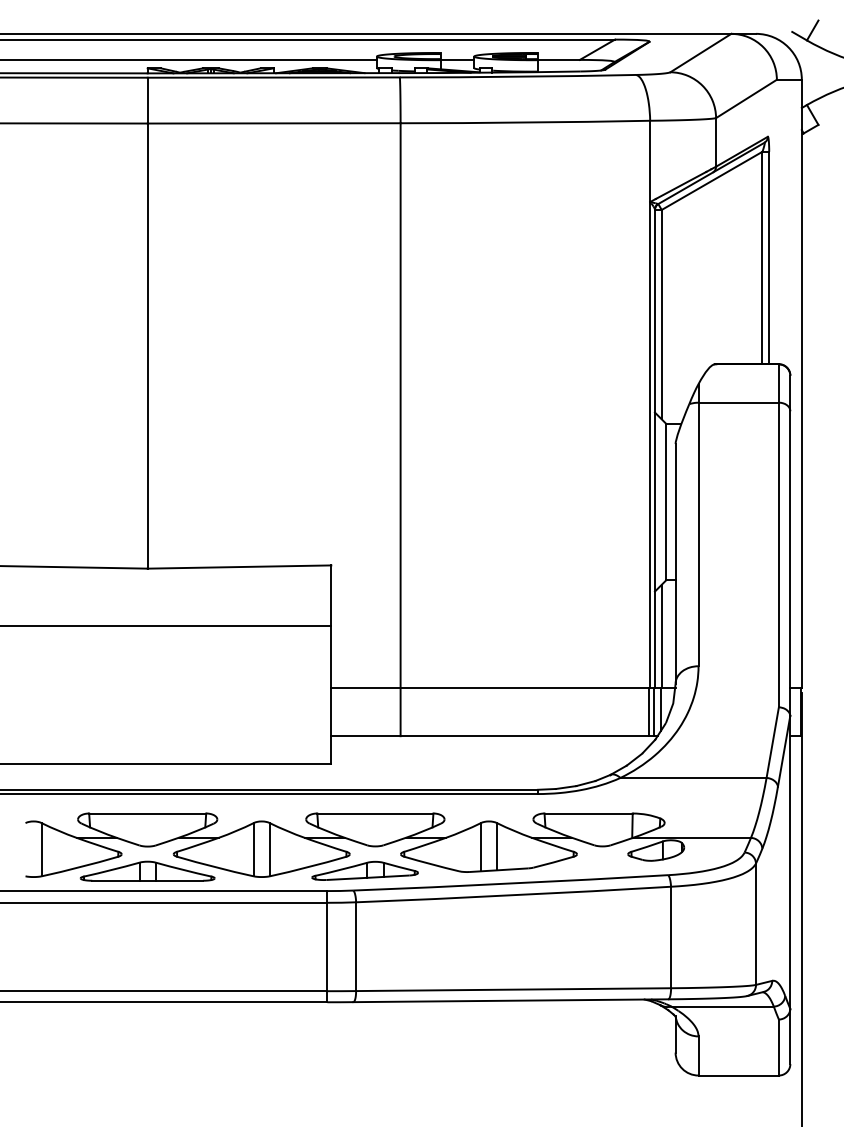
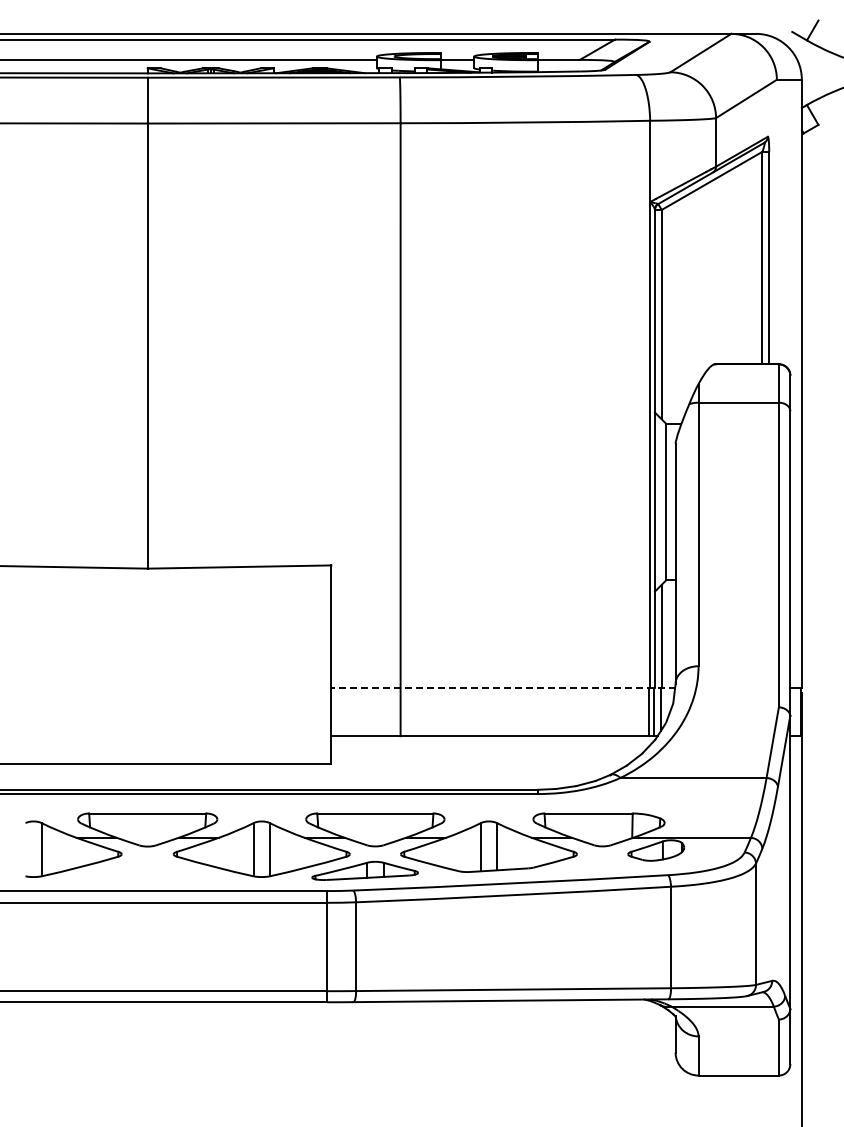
line at (166, 626): present -> none
line at (502, 688): solid -> dashed
part at (147, 870): present -> none
